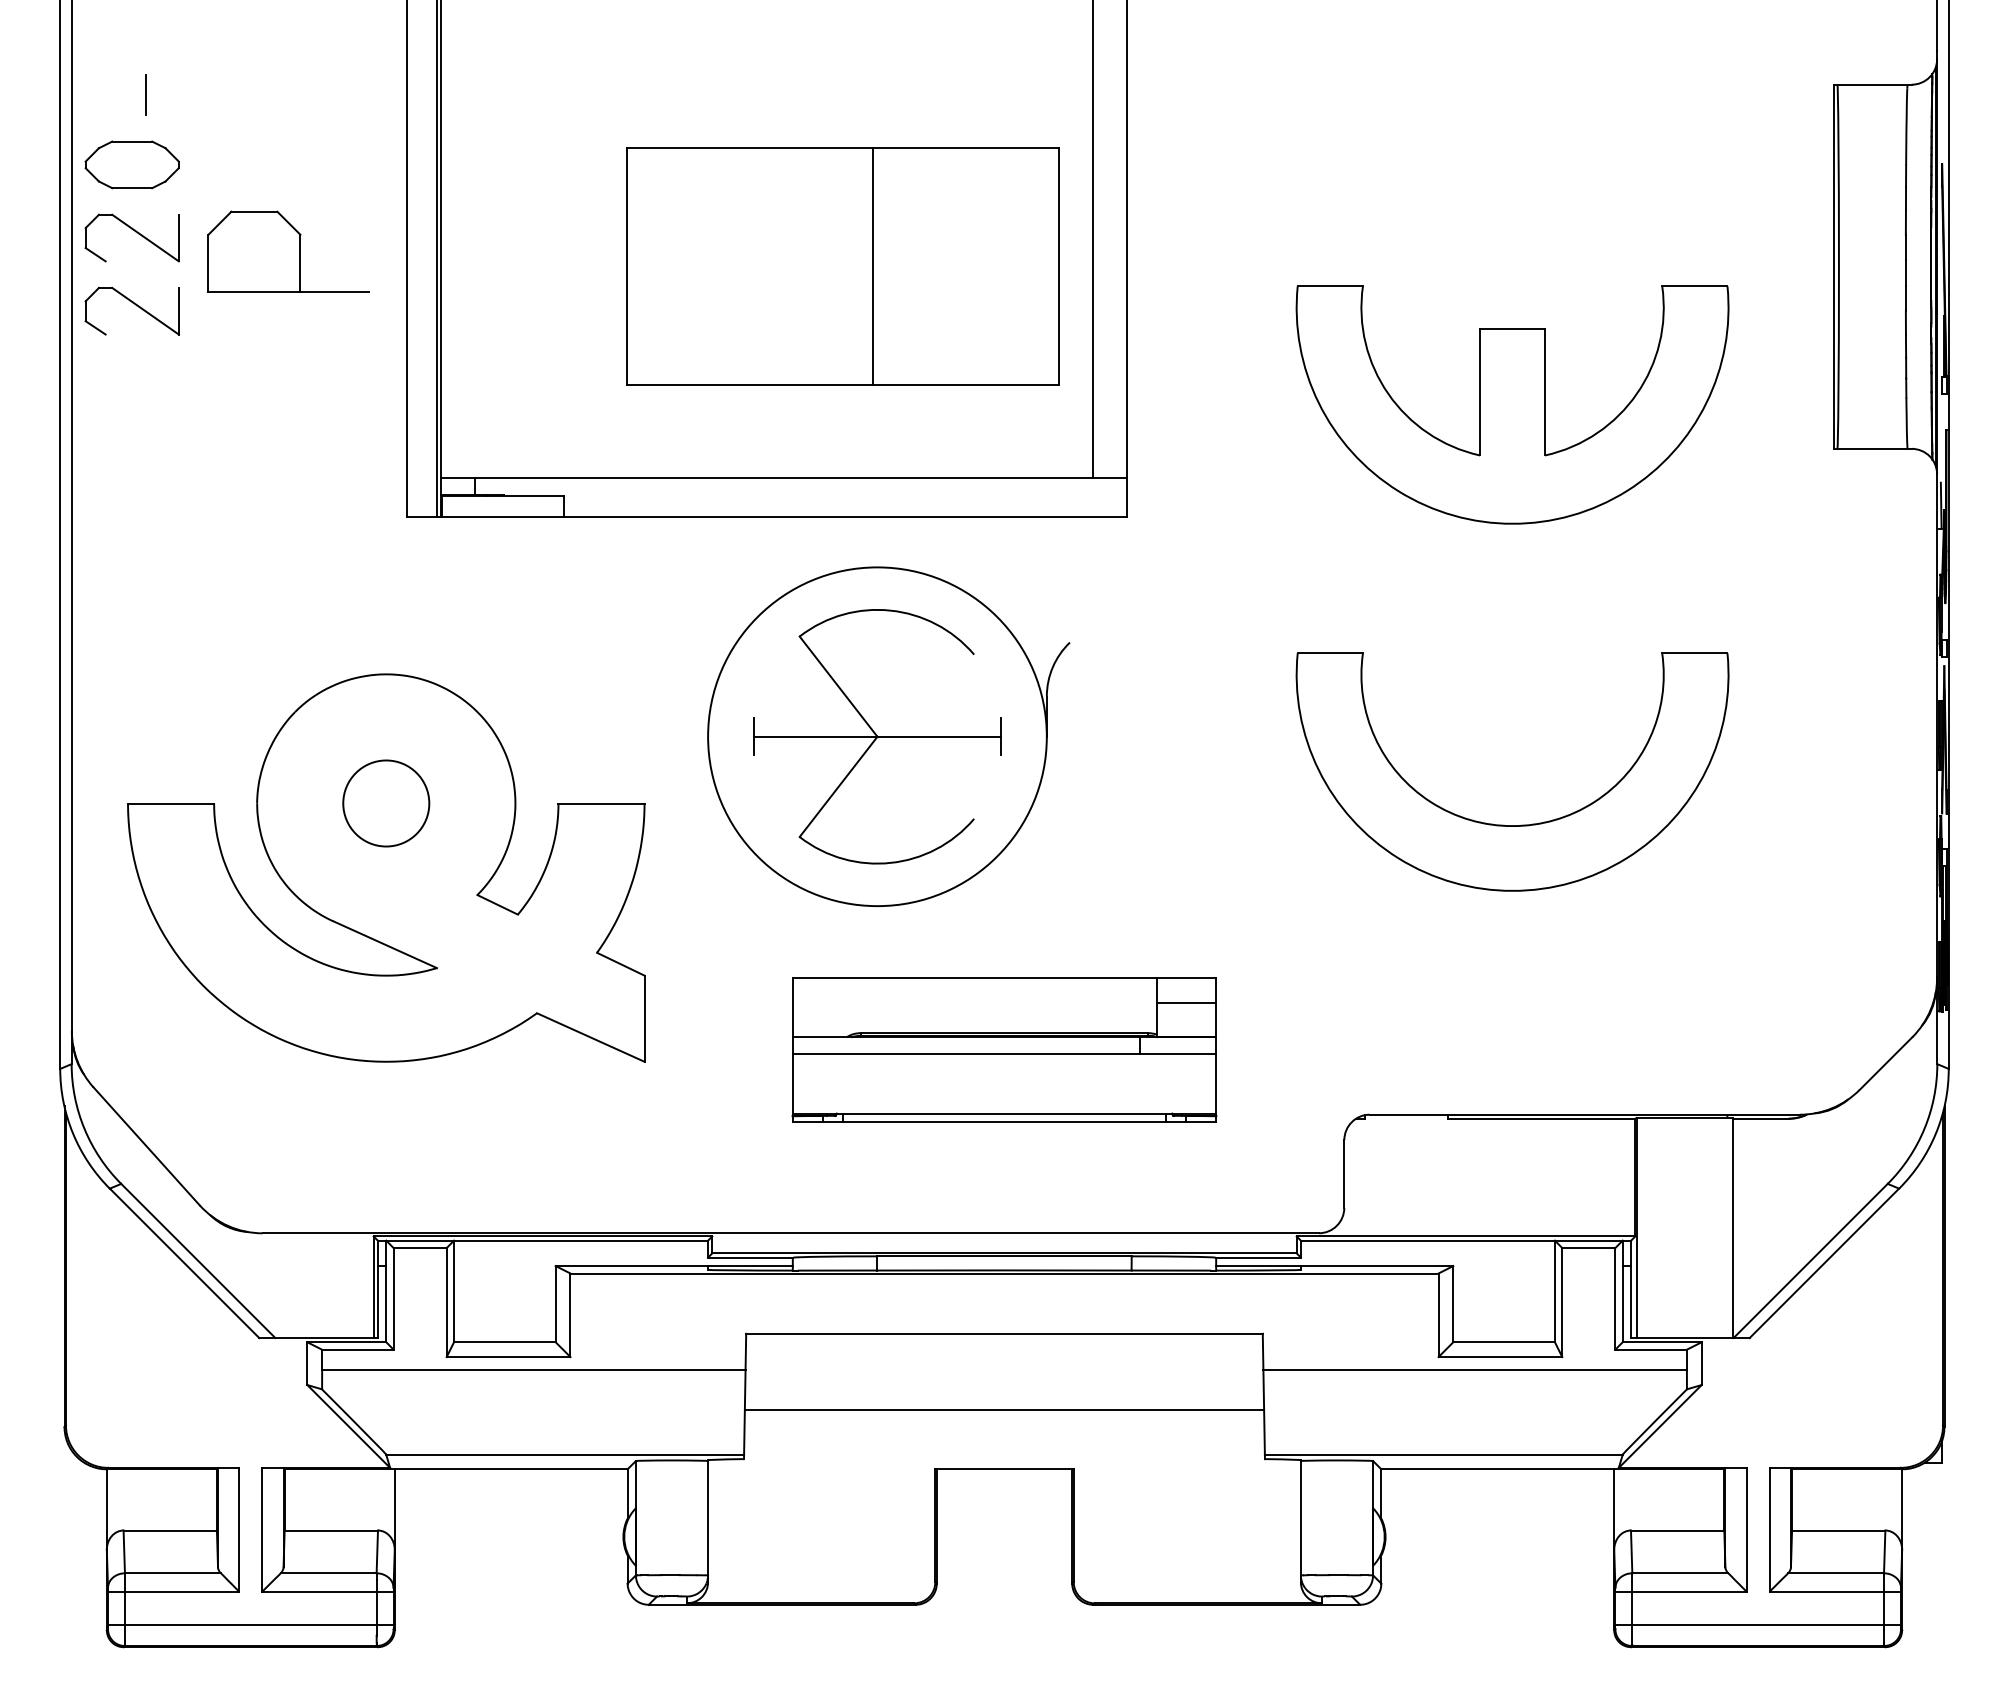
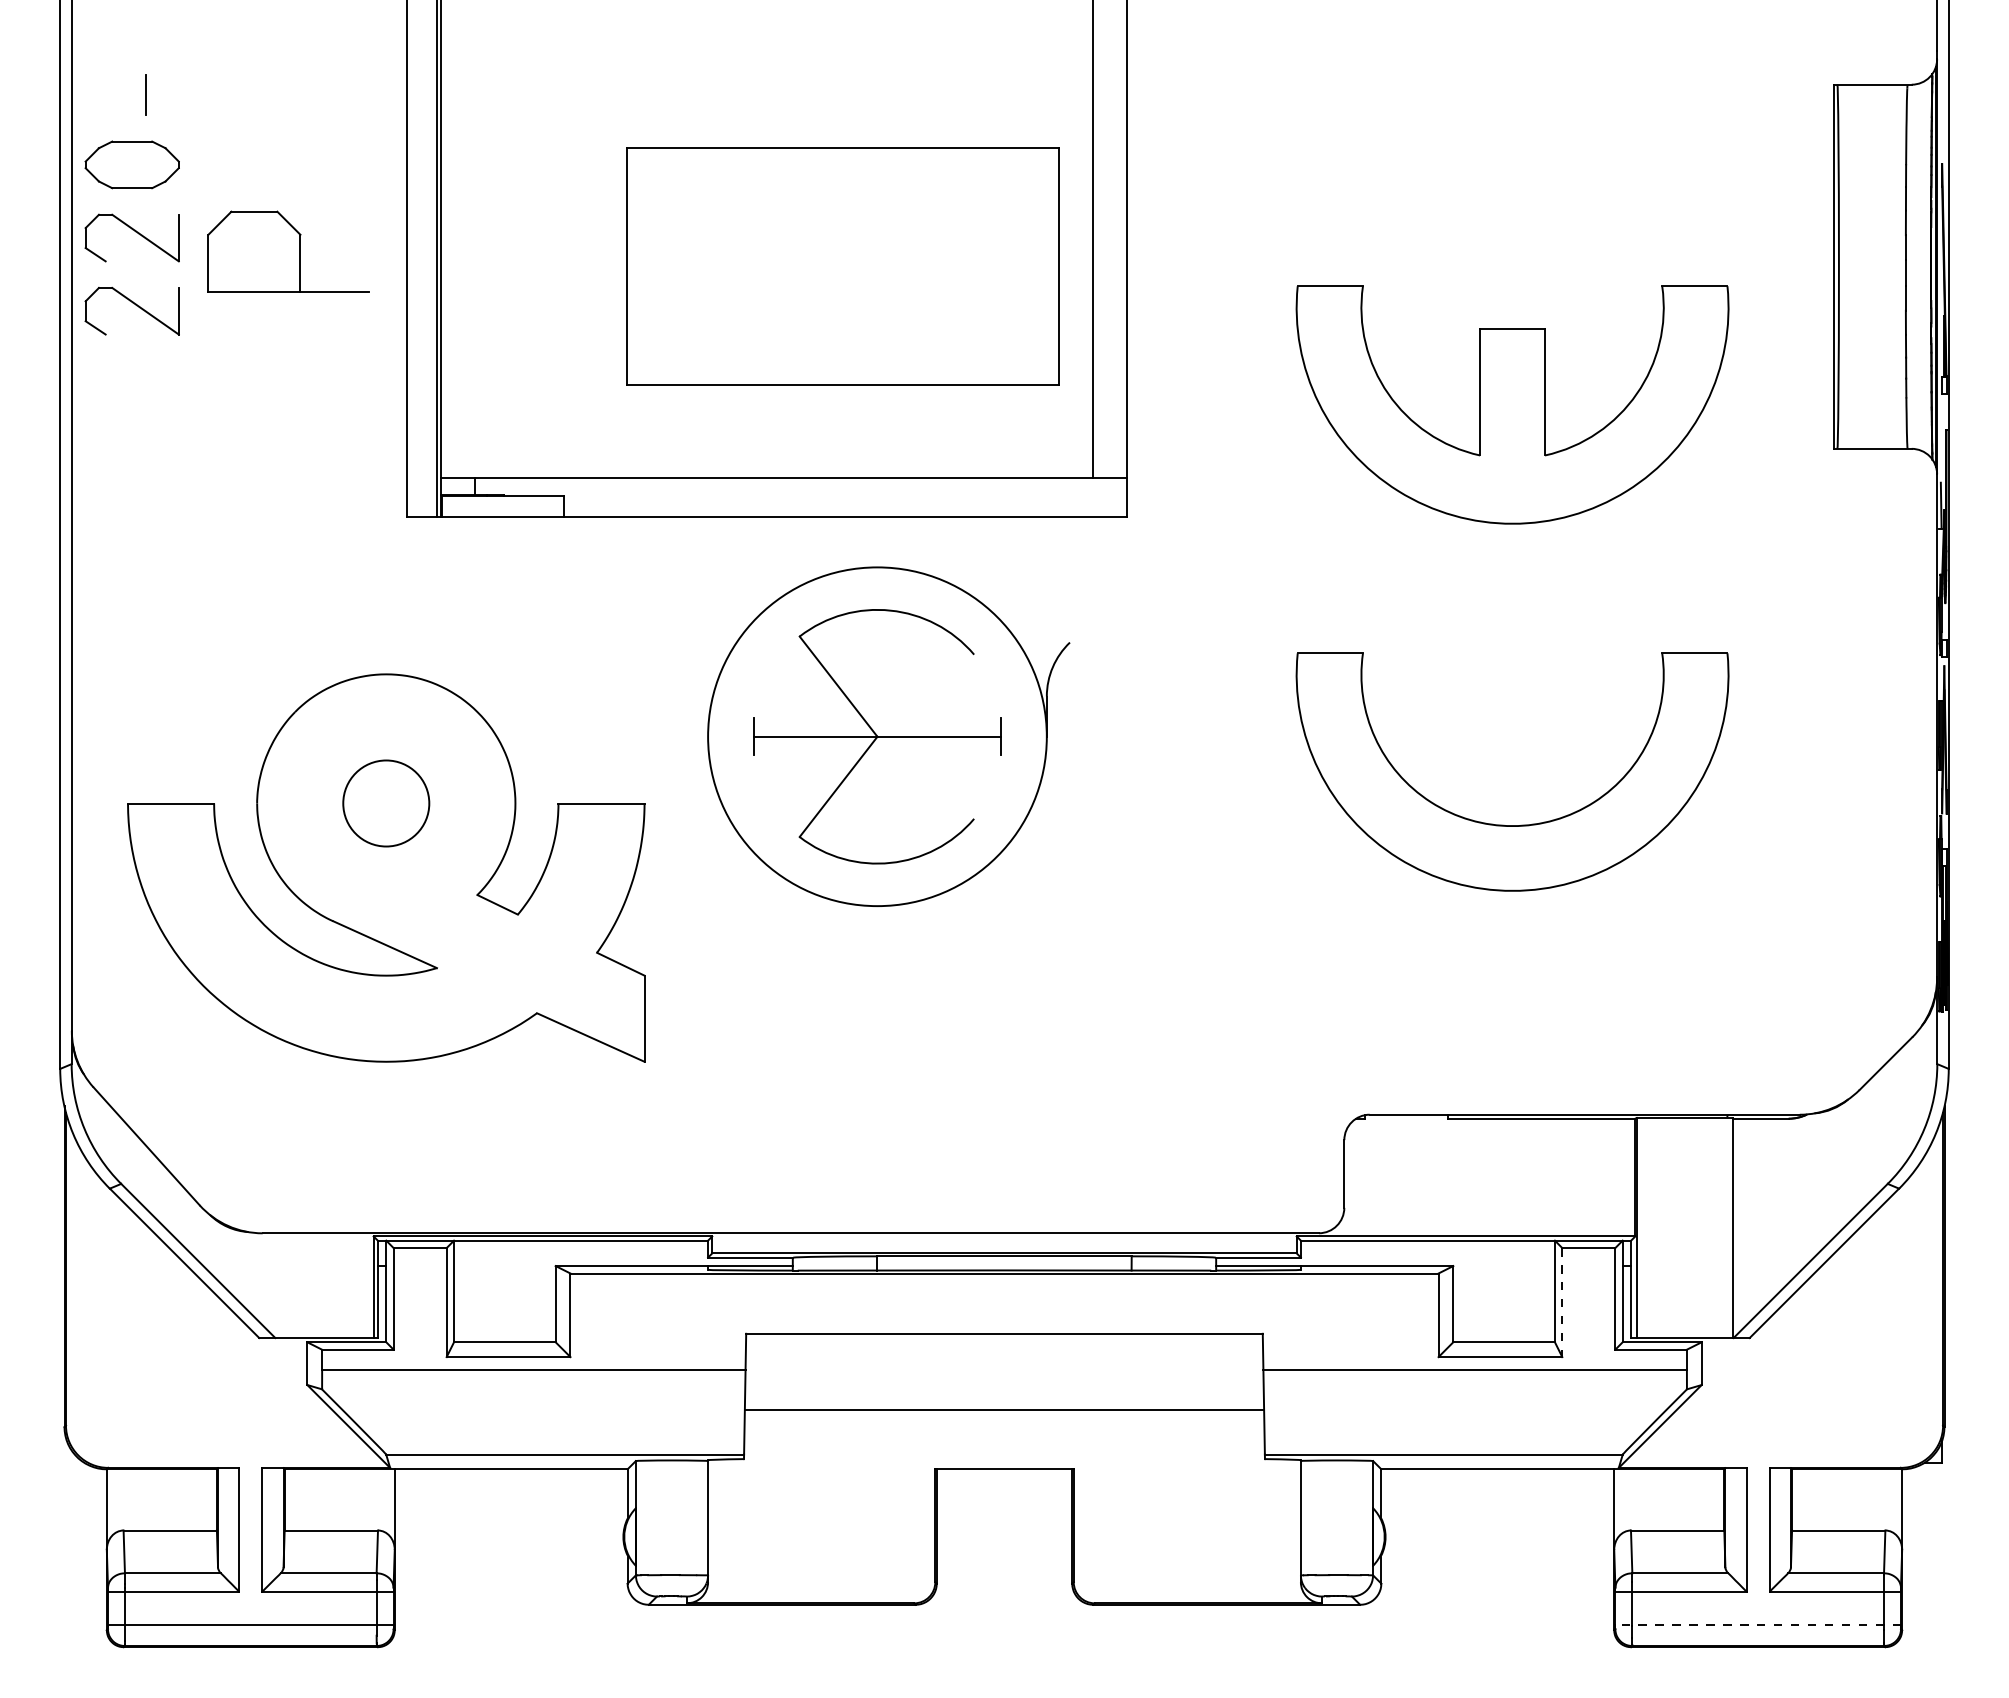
line at (872, 266): present -> none
part at (1004, 1049): present -> none
line at (1562, 1303): solid -> dashed
line at (1758, 1624): solid -> dashed
